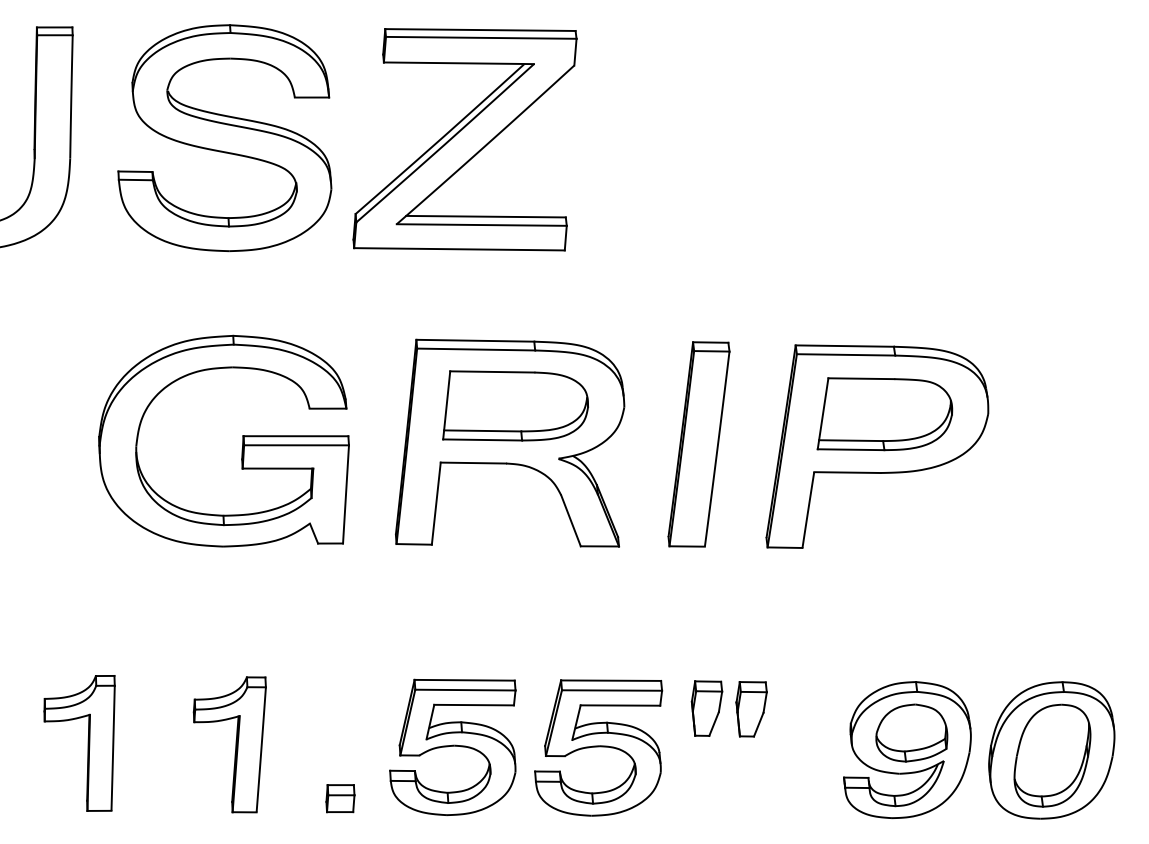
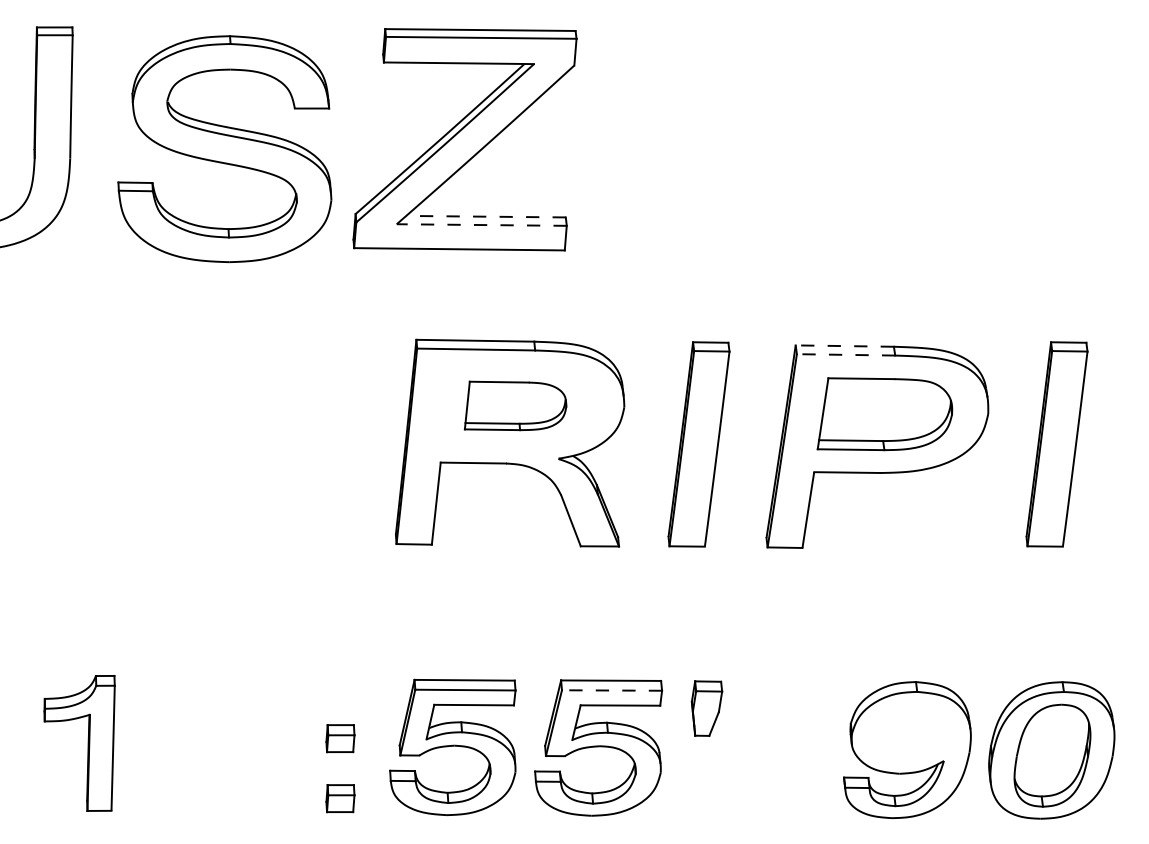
part at (224, 138) position: (224, 138) -> (224, 149)
line at (486, 216): solid -> dashed
line at (481, 225): solid -> dashed
line at (844, 346): solid -> dashed
line at (845, 354): solid -> dashed
part at (515, 405) size: 147x72 px -> 105x52 px
part at (242, 440): present -> none
part at (1056, 444): none -> present
line at (611, 690): solid -> dashed
part at (751, 709): present -> none
part at (911, 732): present -> none
part at (340, 738): none -> present
part at (229, 744): present -> none
